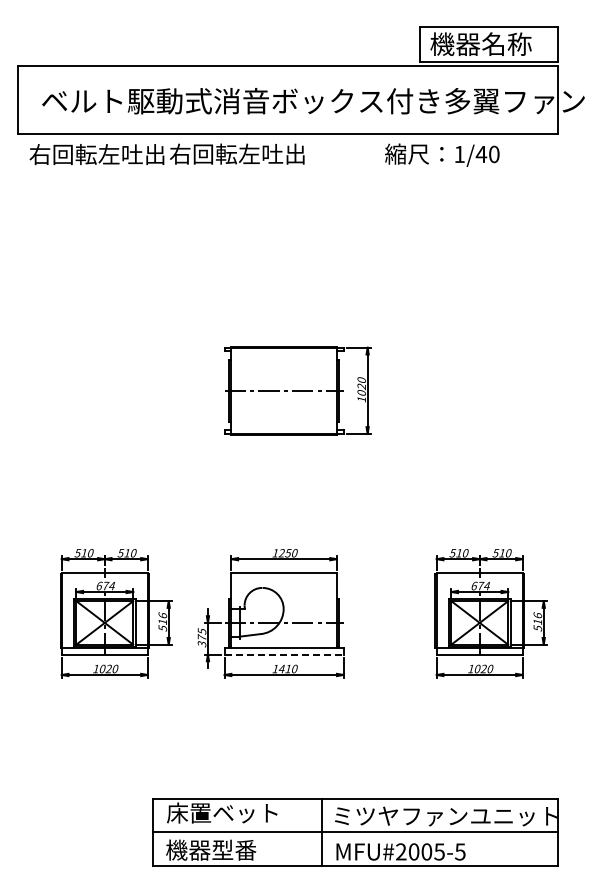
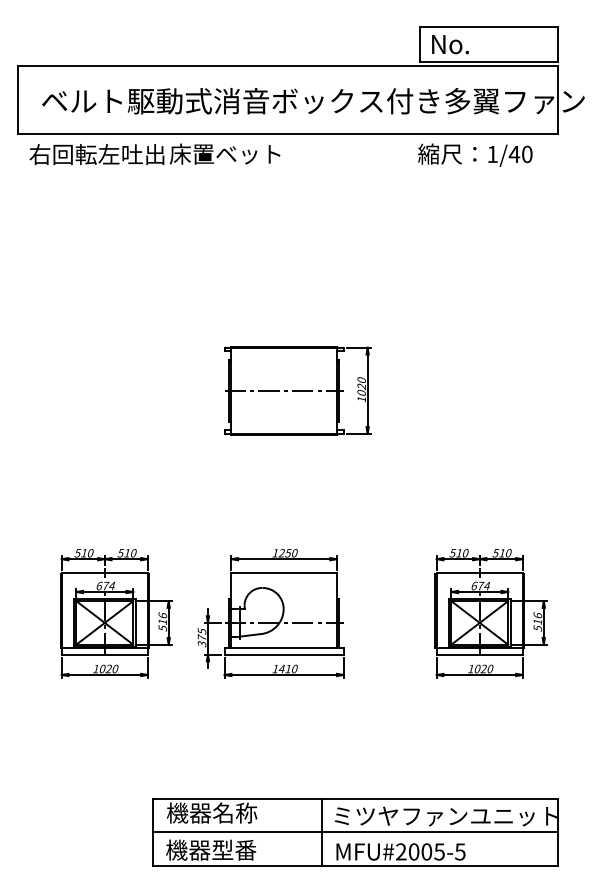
text at (480, 44): 機器名称 -> No.
text at (236, 153): 右回転左吐出 -> 床置ベット
text at (442, 154) position: (442, 154) -> (475, 154)
line at (284, 654): dashed -> solid
text at (221, 812): 床置ベット -> 機器名称
